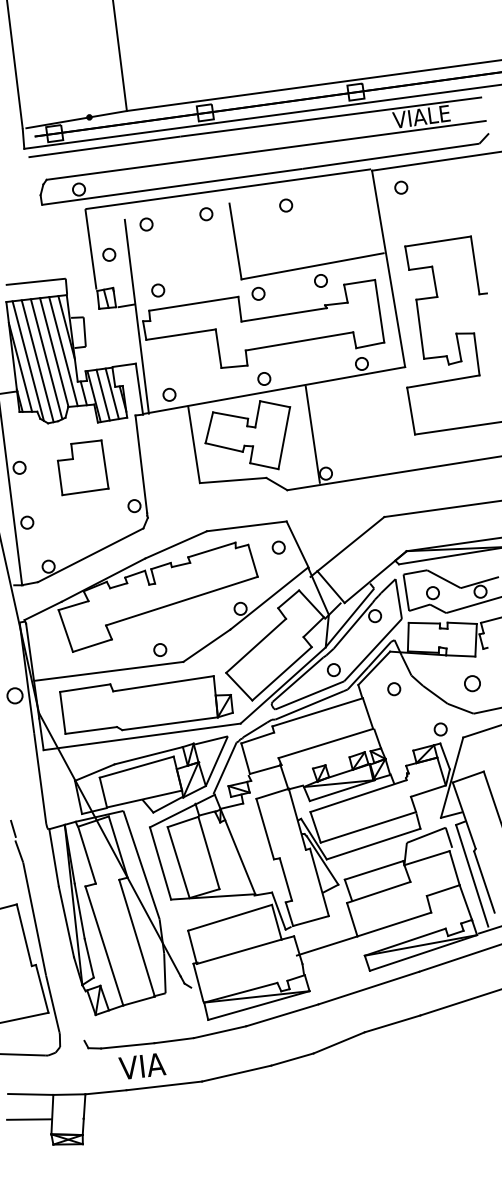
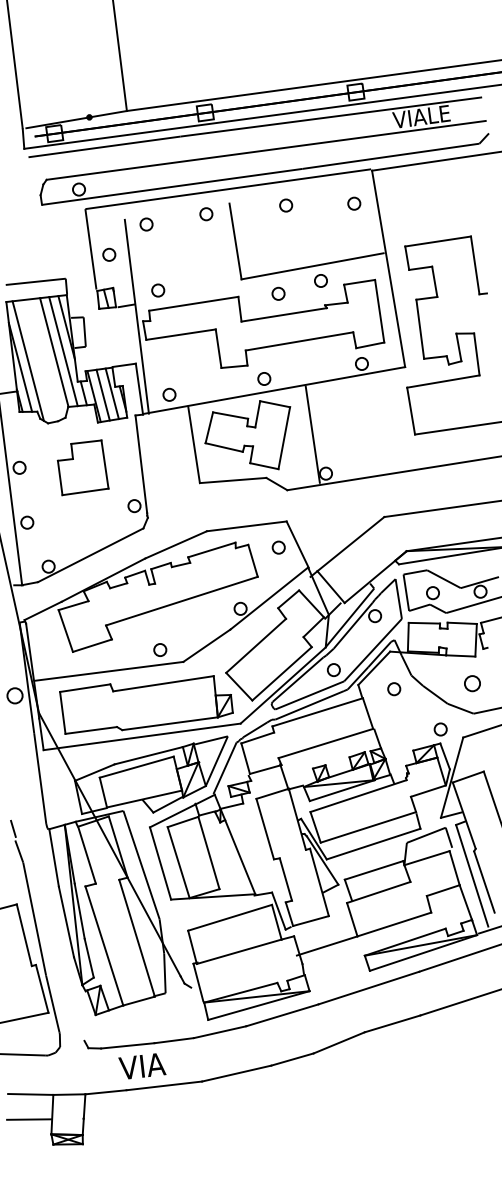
circle at (401, 187) position: (401, 187) -> (354, 203)
circle at (258, 293) position: (258, 293) -> (278, 293)
line at (46, 359): present -> none
line at (37, 361): present -> none
